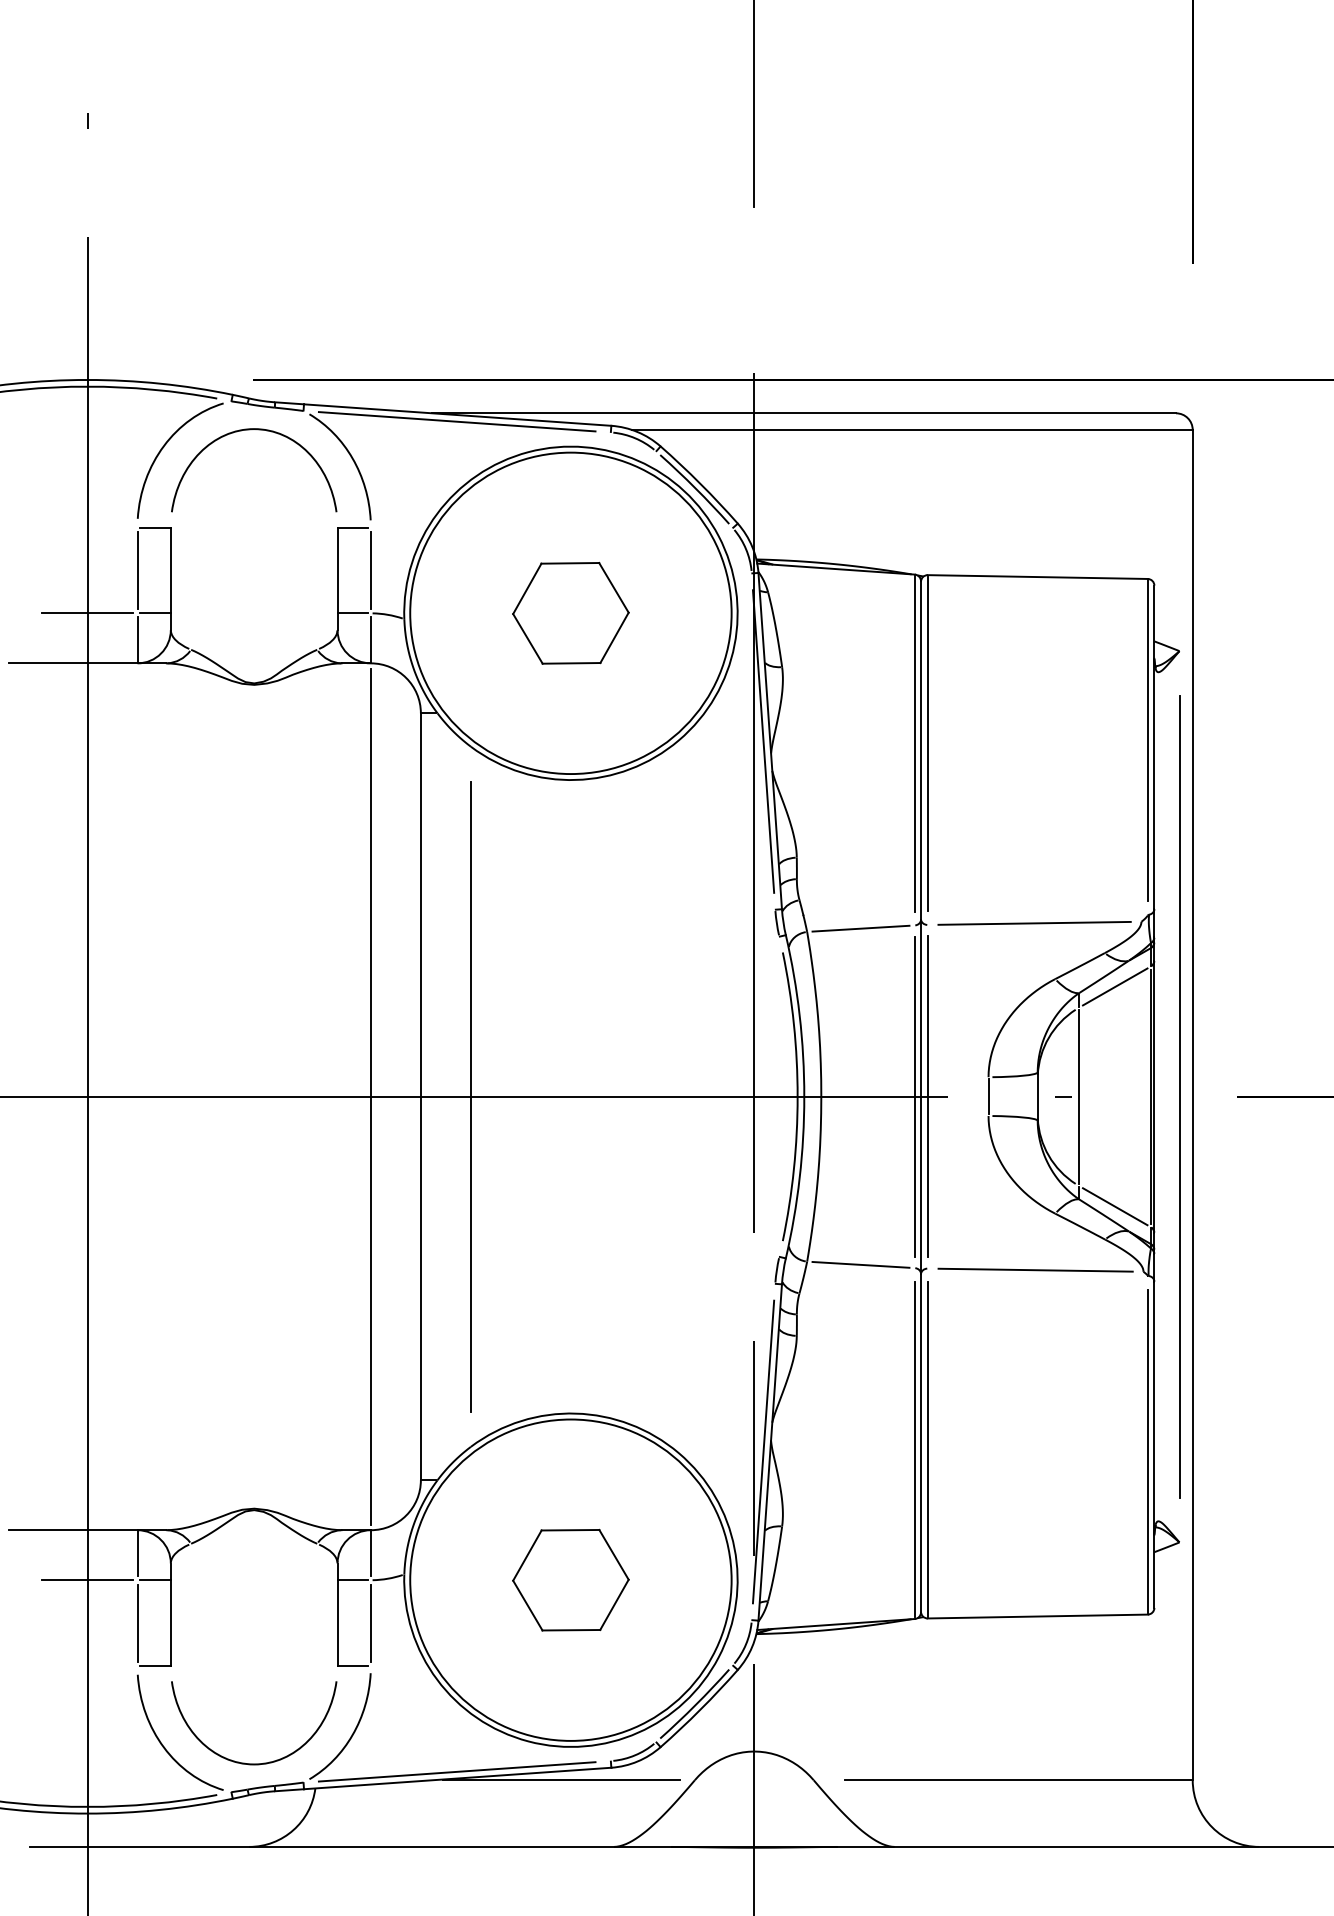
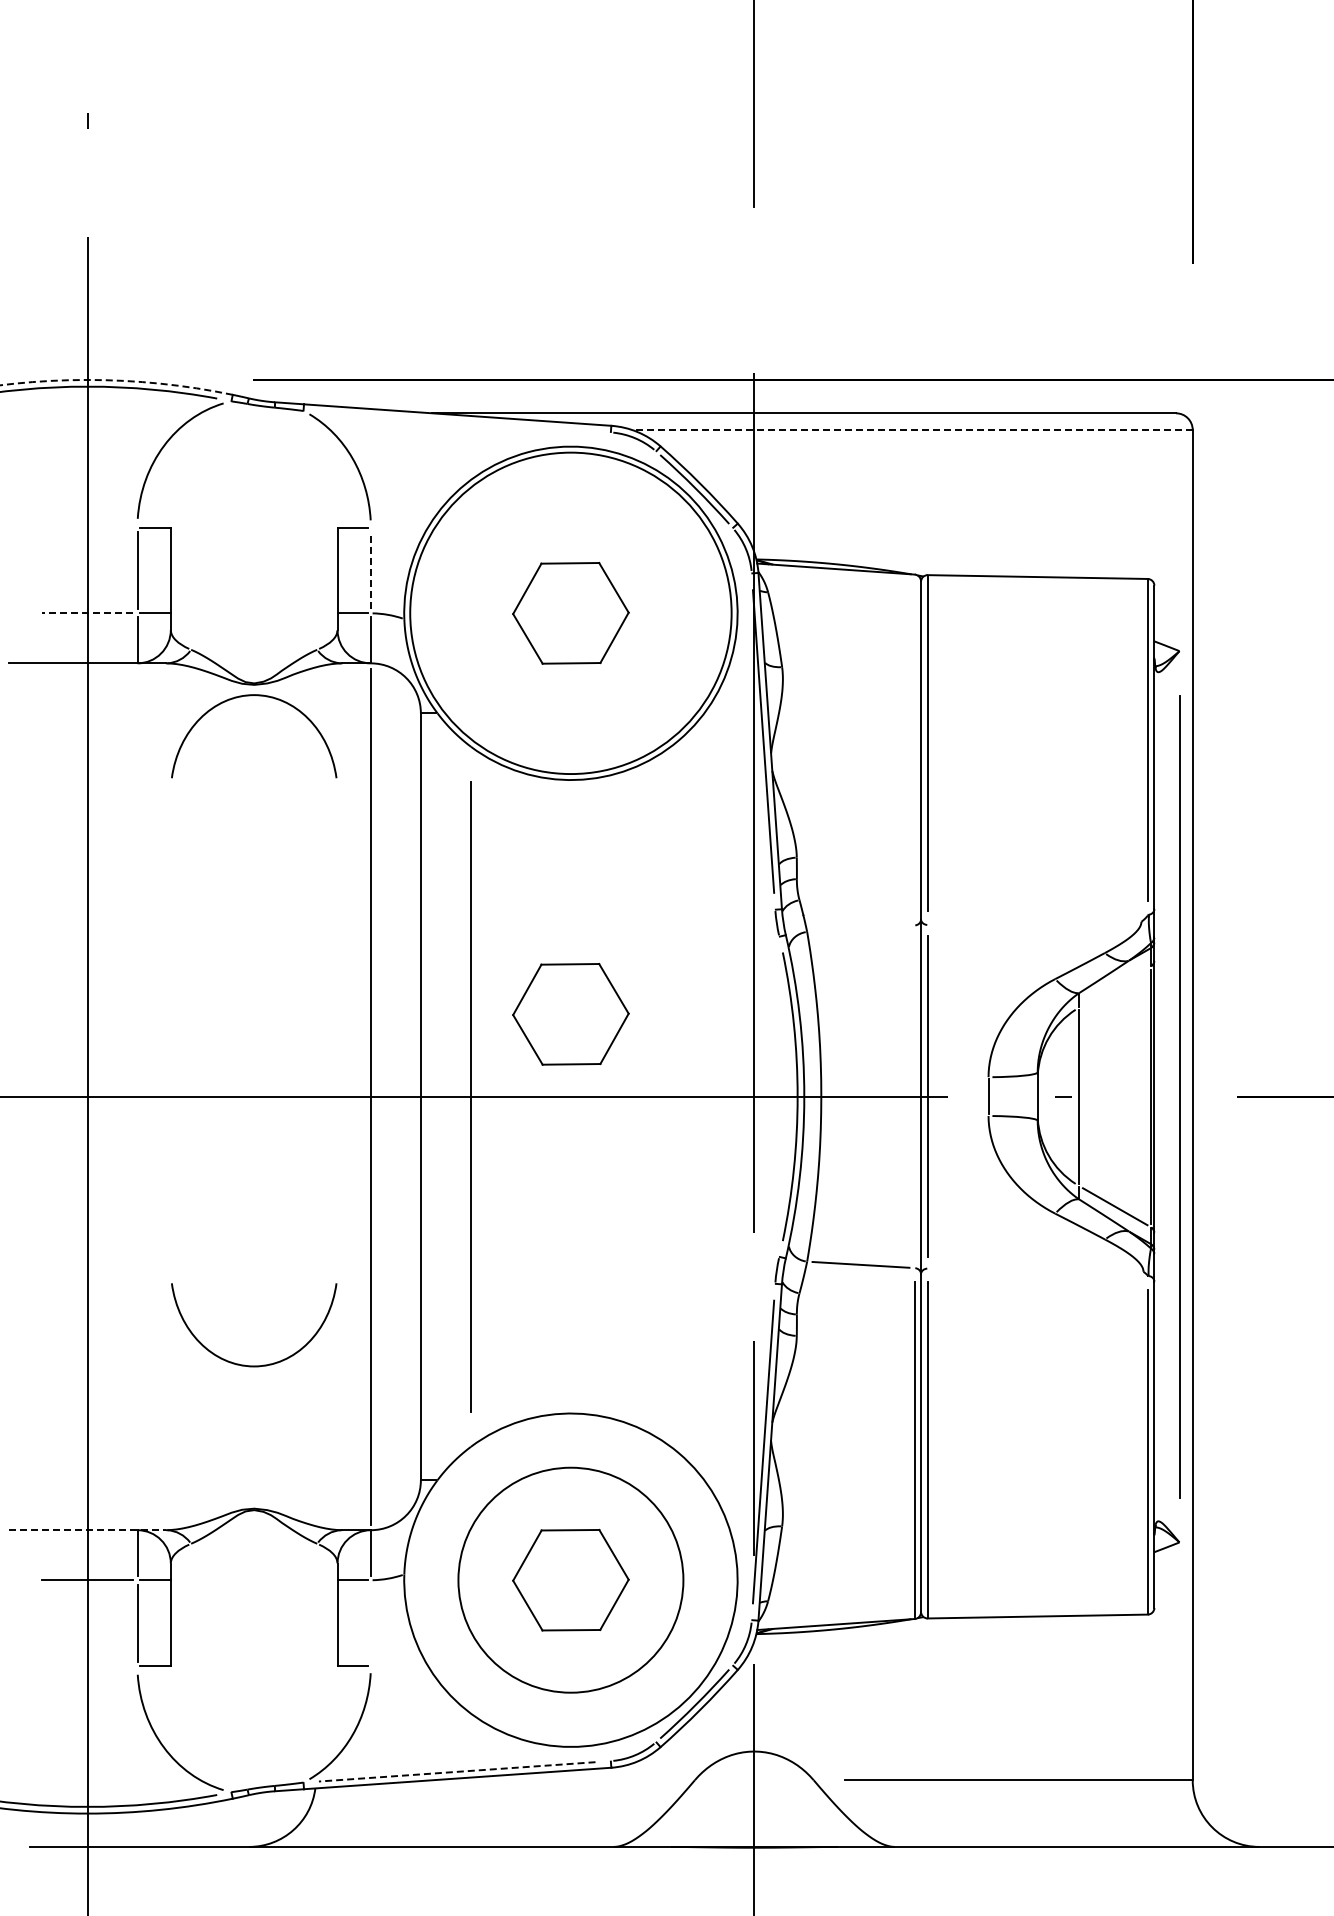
arc at (116, 380): solid -> dashed
line at (456, 421): present -> none
line at (911, 429): solid -> dashed
curve at (251, 430) position: (251, 430) -> (251, 696)
line at (370, 570): solid -> dashed
line at (87, 613): solid -> dashed
line at (914, 743): present -> none
line at (1034, 923): present -> none
line at (860, 928): present -> none
line at (1114, 986): present -> none
part at (570, 1014): none -> present
line at (914, 1096): present -> none
line at (1035, 1269): present -> none
line at (88, 1530): solid -> dashed
circle at (570, 1579) diameter: 321 px -> 225 px
line at (370, 1622): present -> none
curve at (254, 1763) position: (254, 1763) -> (254, 1365)
line at (457, 1771): solid -> dashed
line at (560, 1780): present -> none
